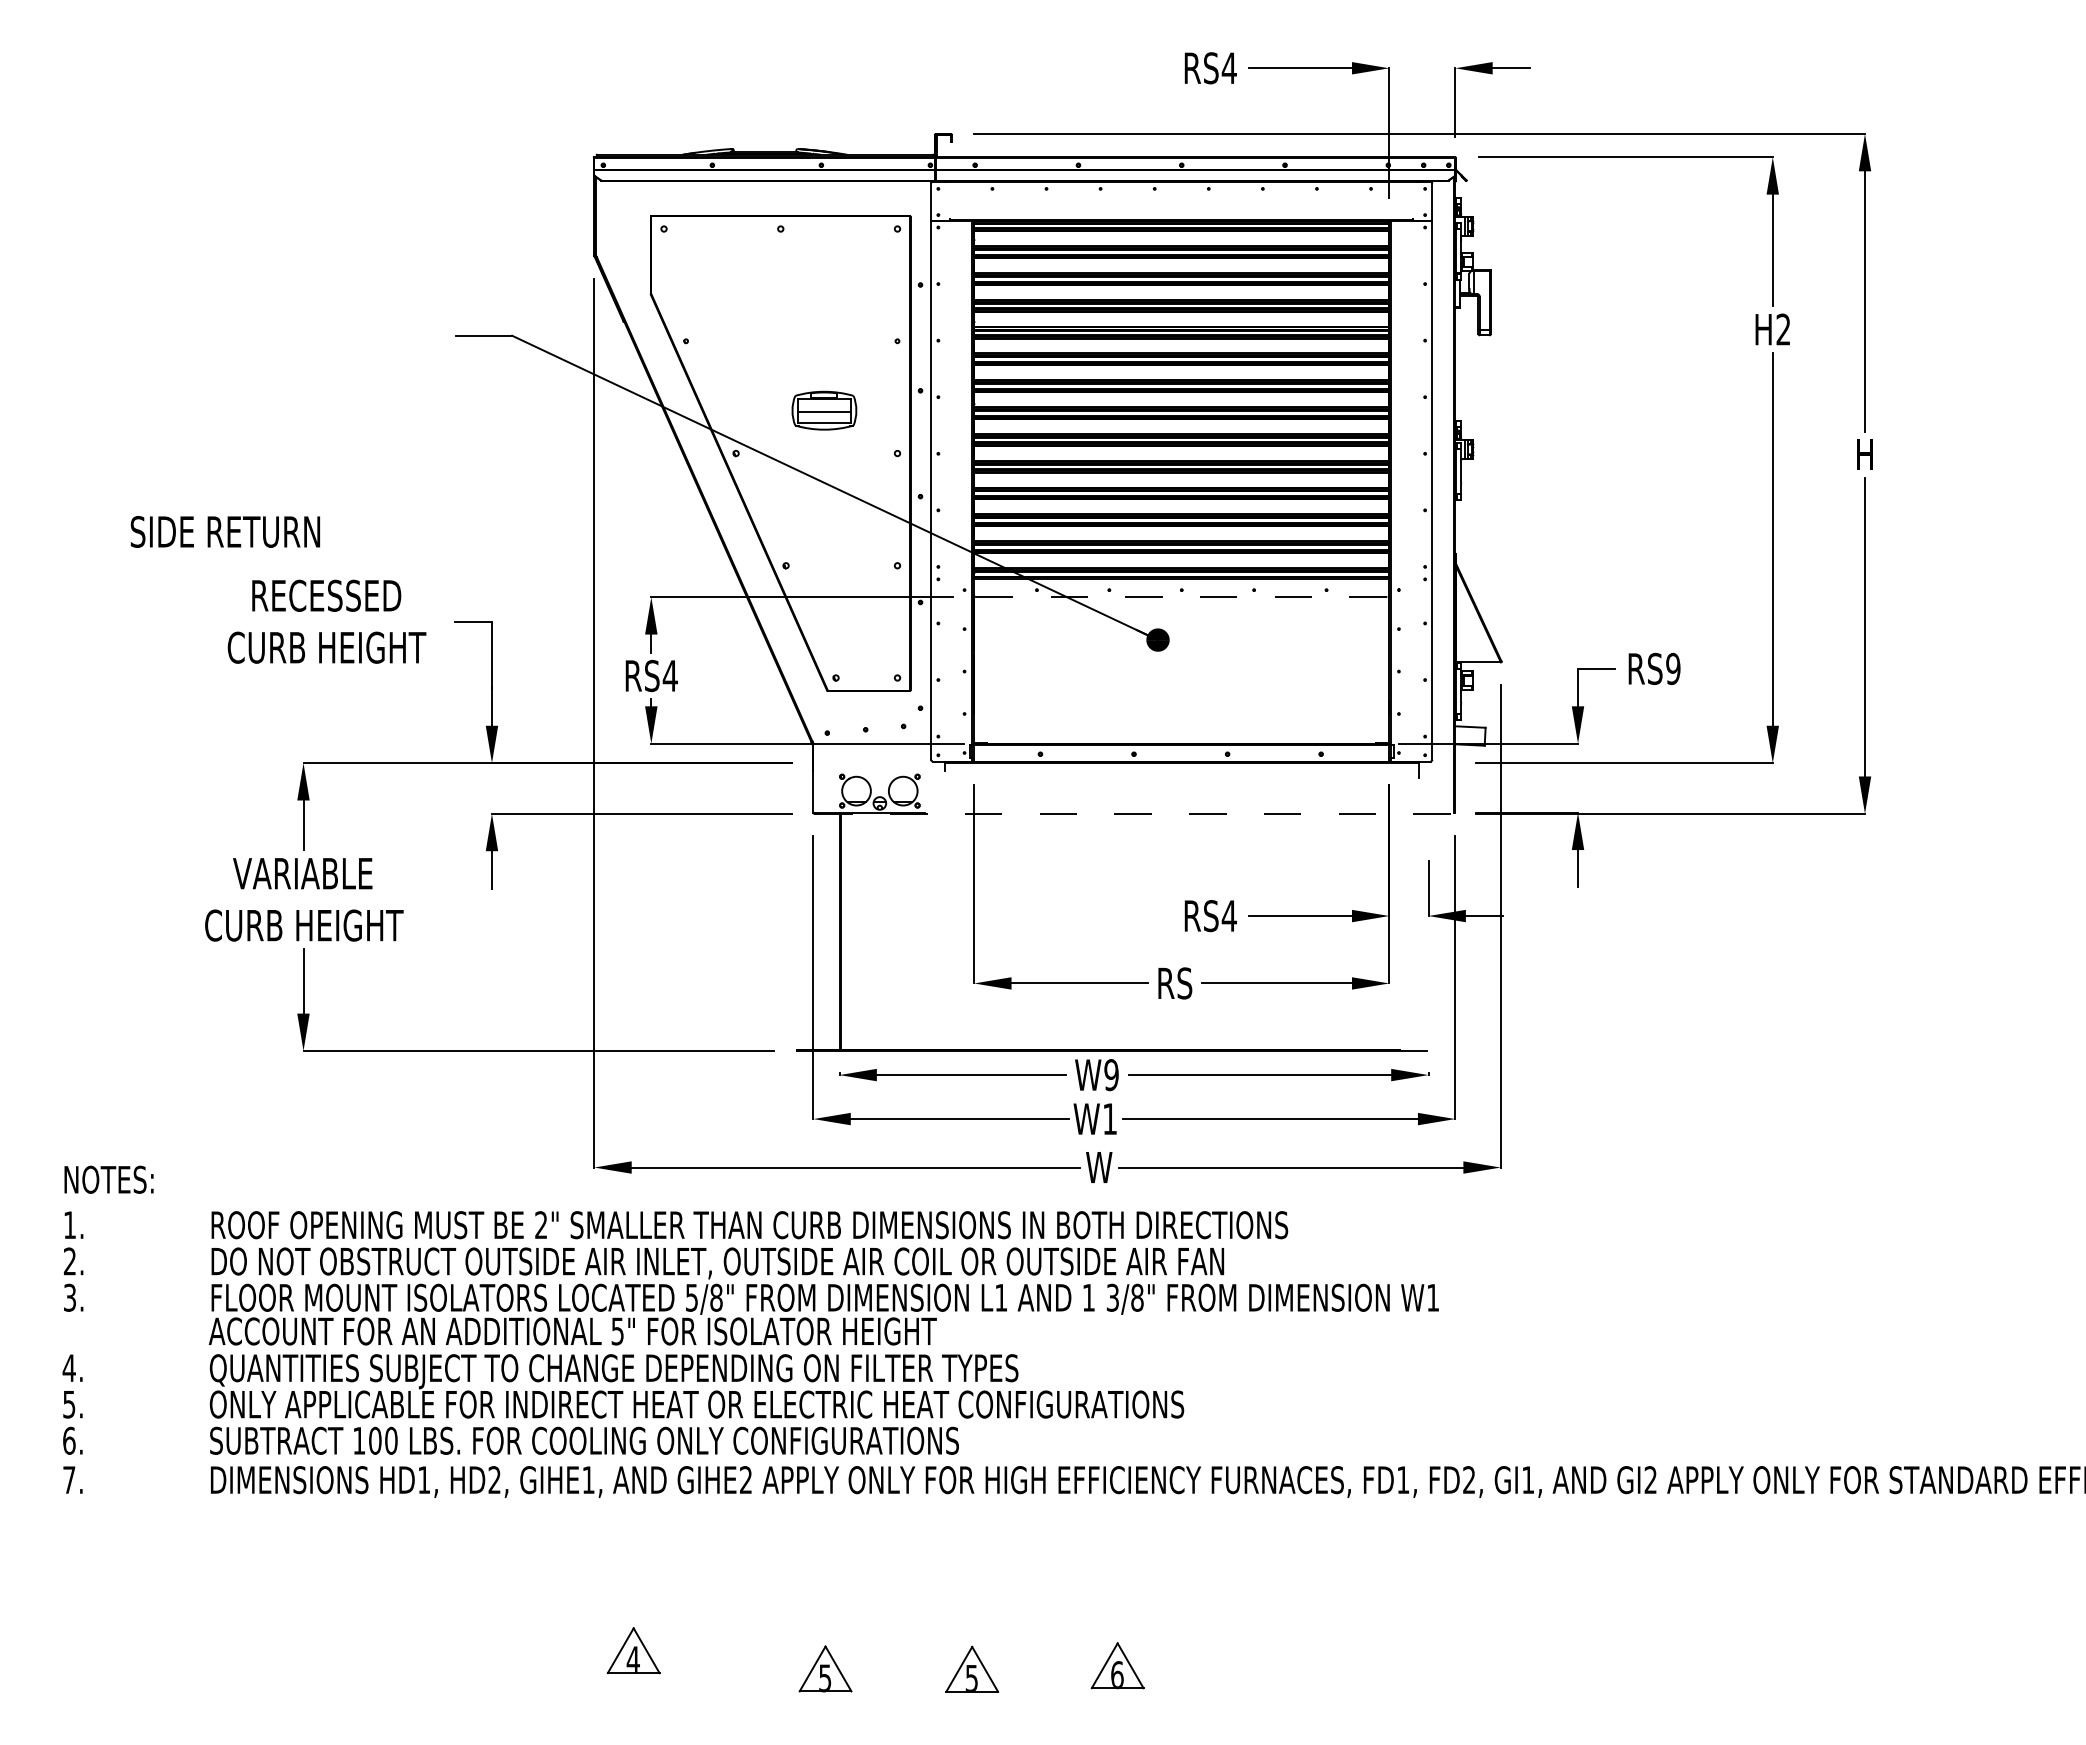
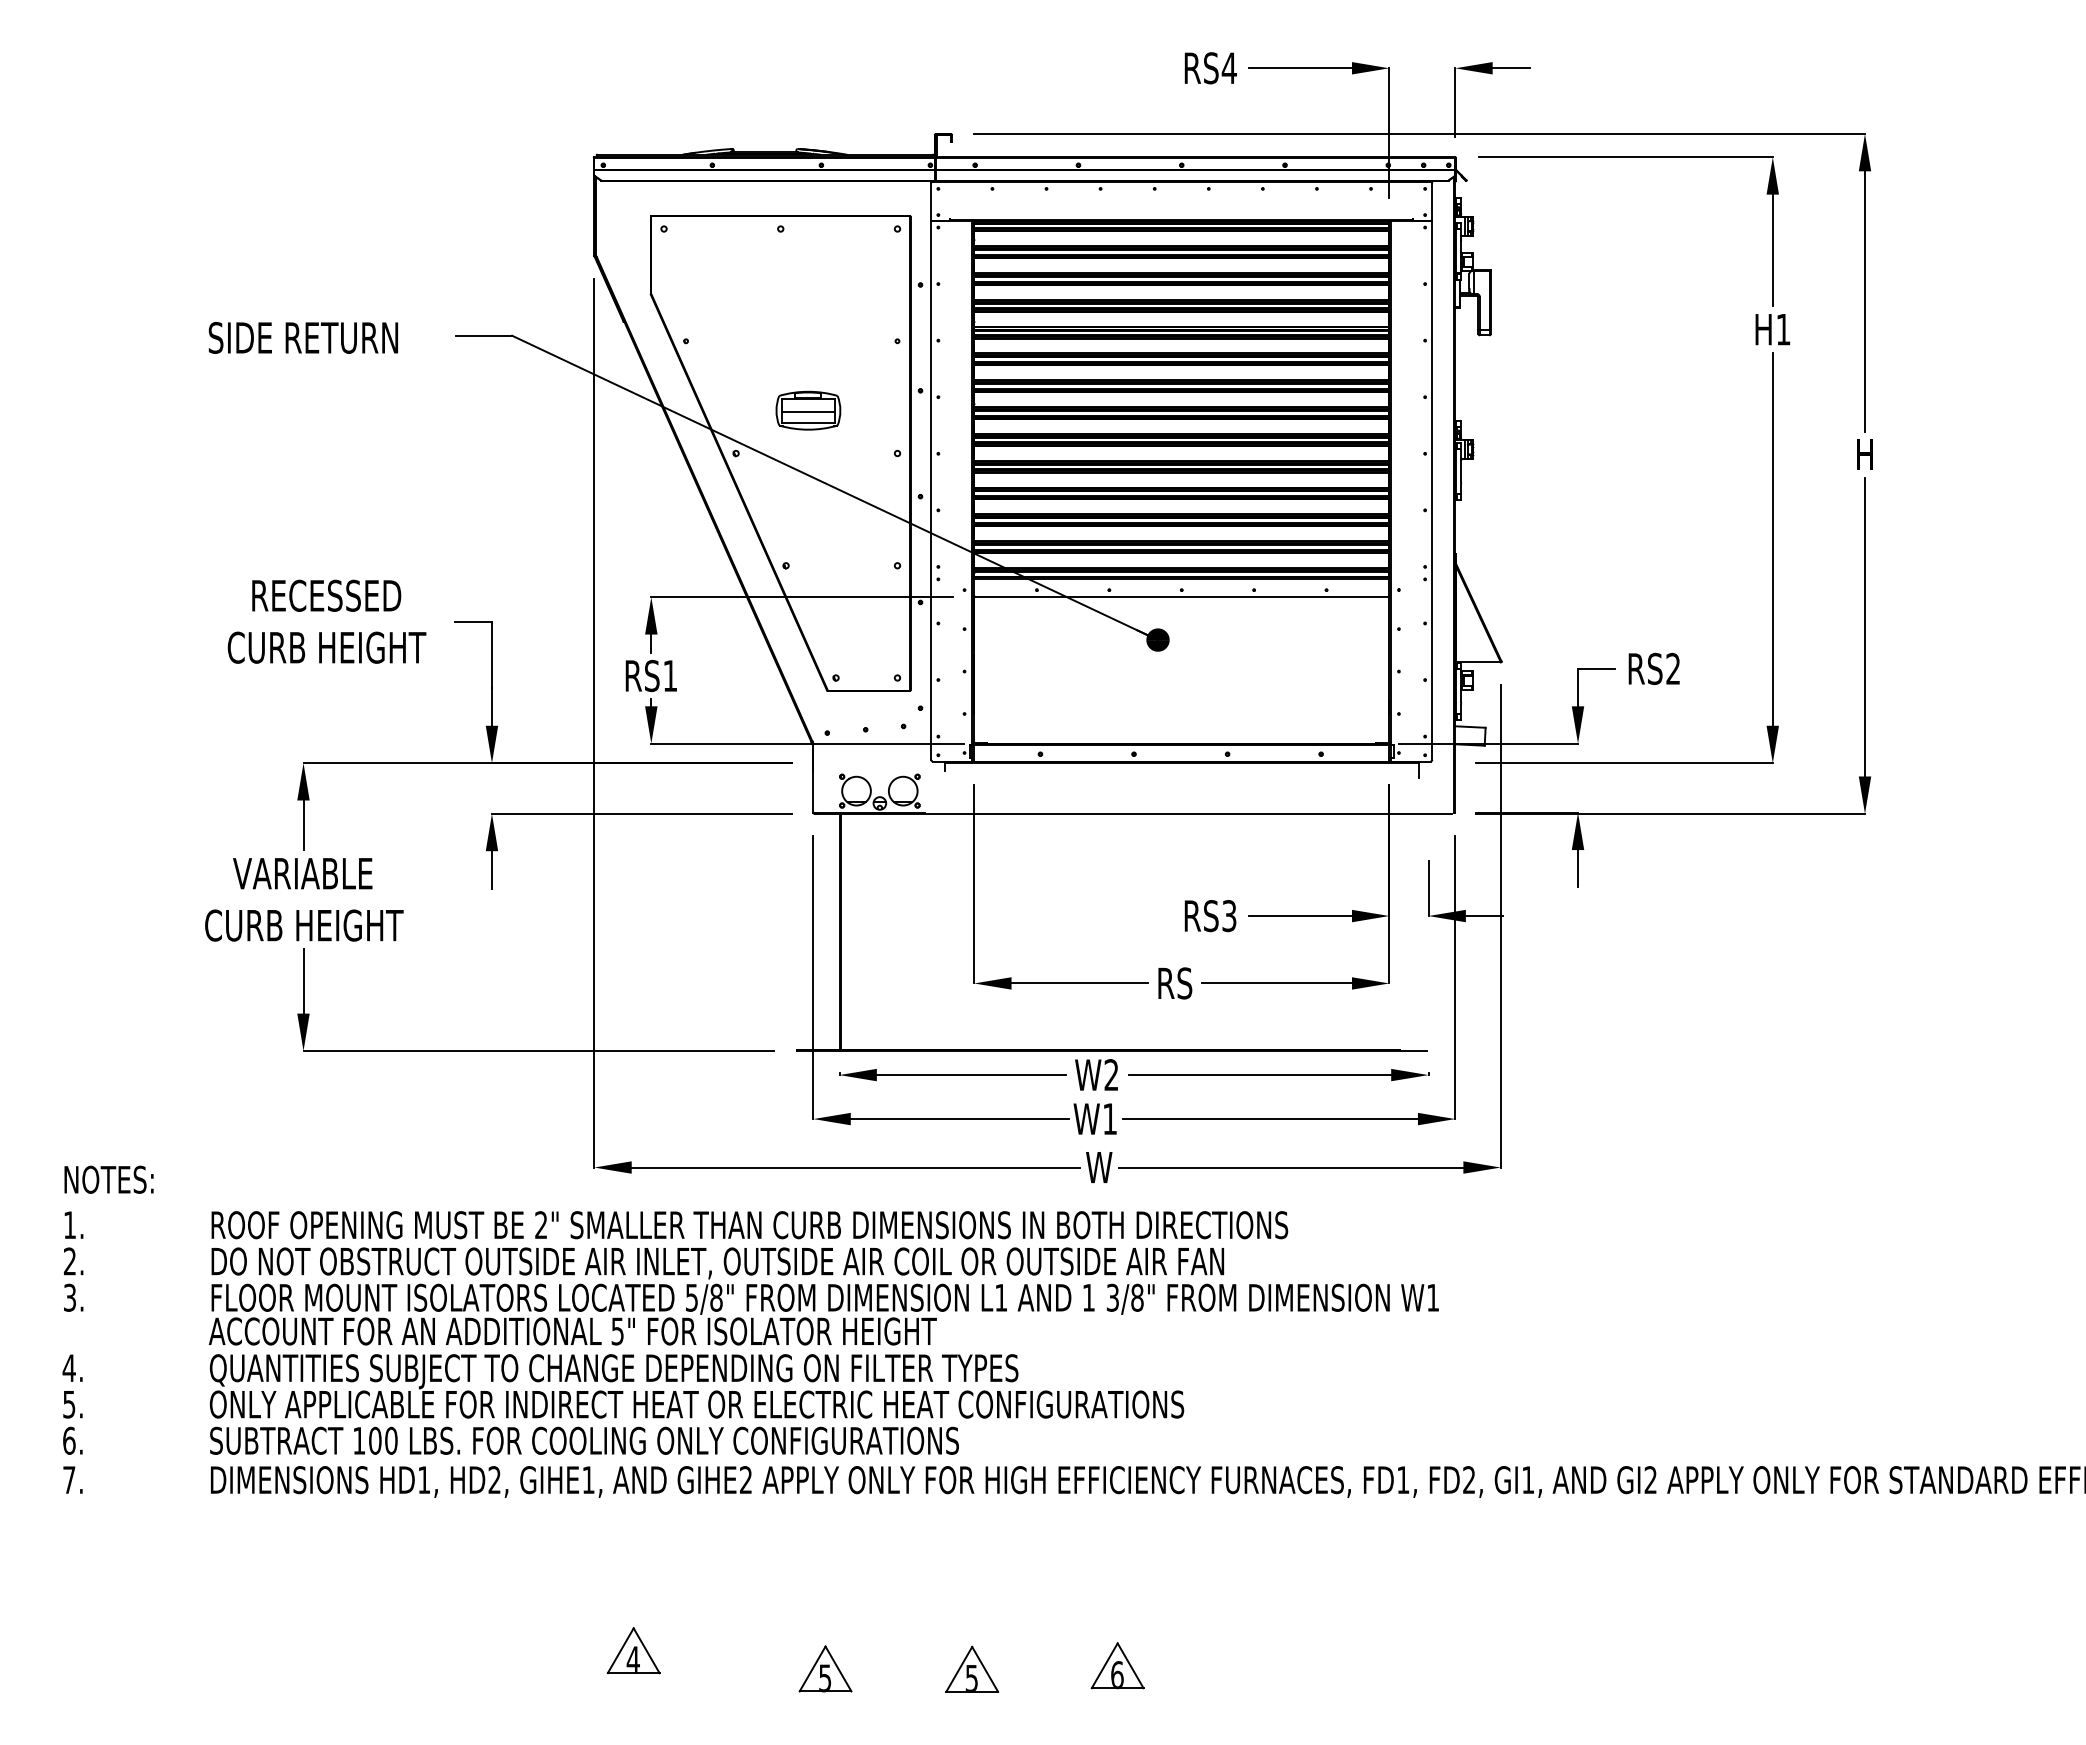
text at (1783, 329): H2 -> H1
part at (824, 410) position: (824, 410) -> (808, 410)
text at (224, 531) position: (224, 531) -> (302, 337)
line at (1181, 597): dashed -> solid
text at (1673, 669): RS9 -> RS2
text at (669, 675): RS4 -> RS1
line at (1134, 813): dashed -> solid
text at (1228, 916): RS4 -> RS3
text at (1111, 1075): W9 -> W2
